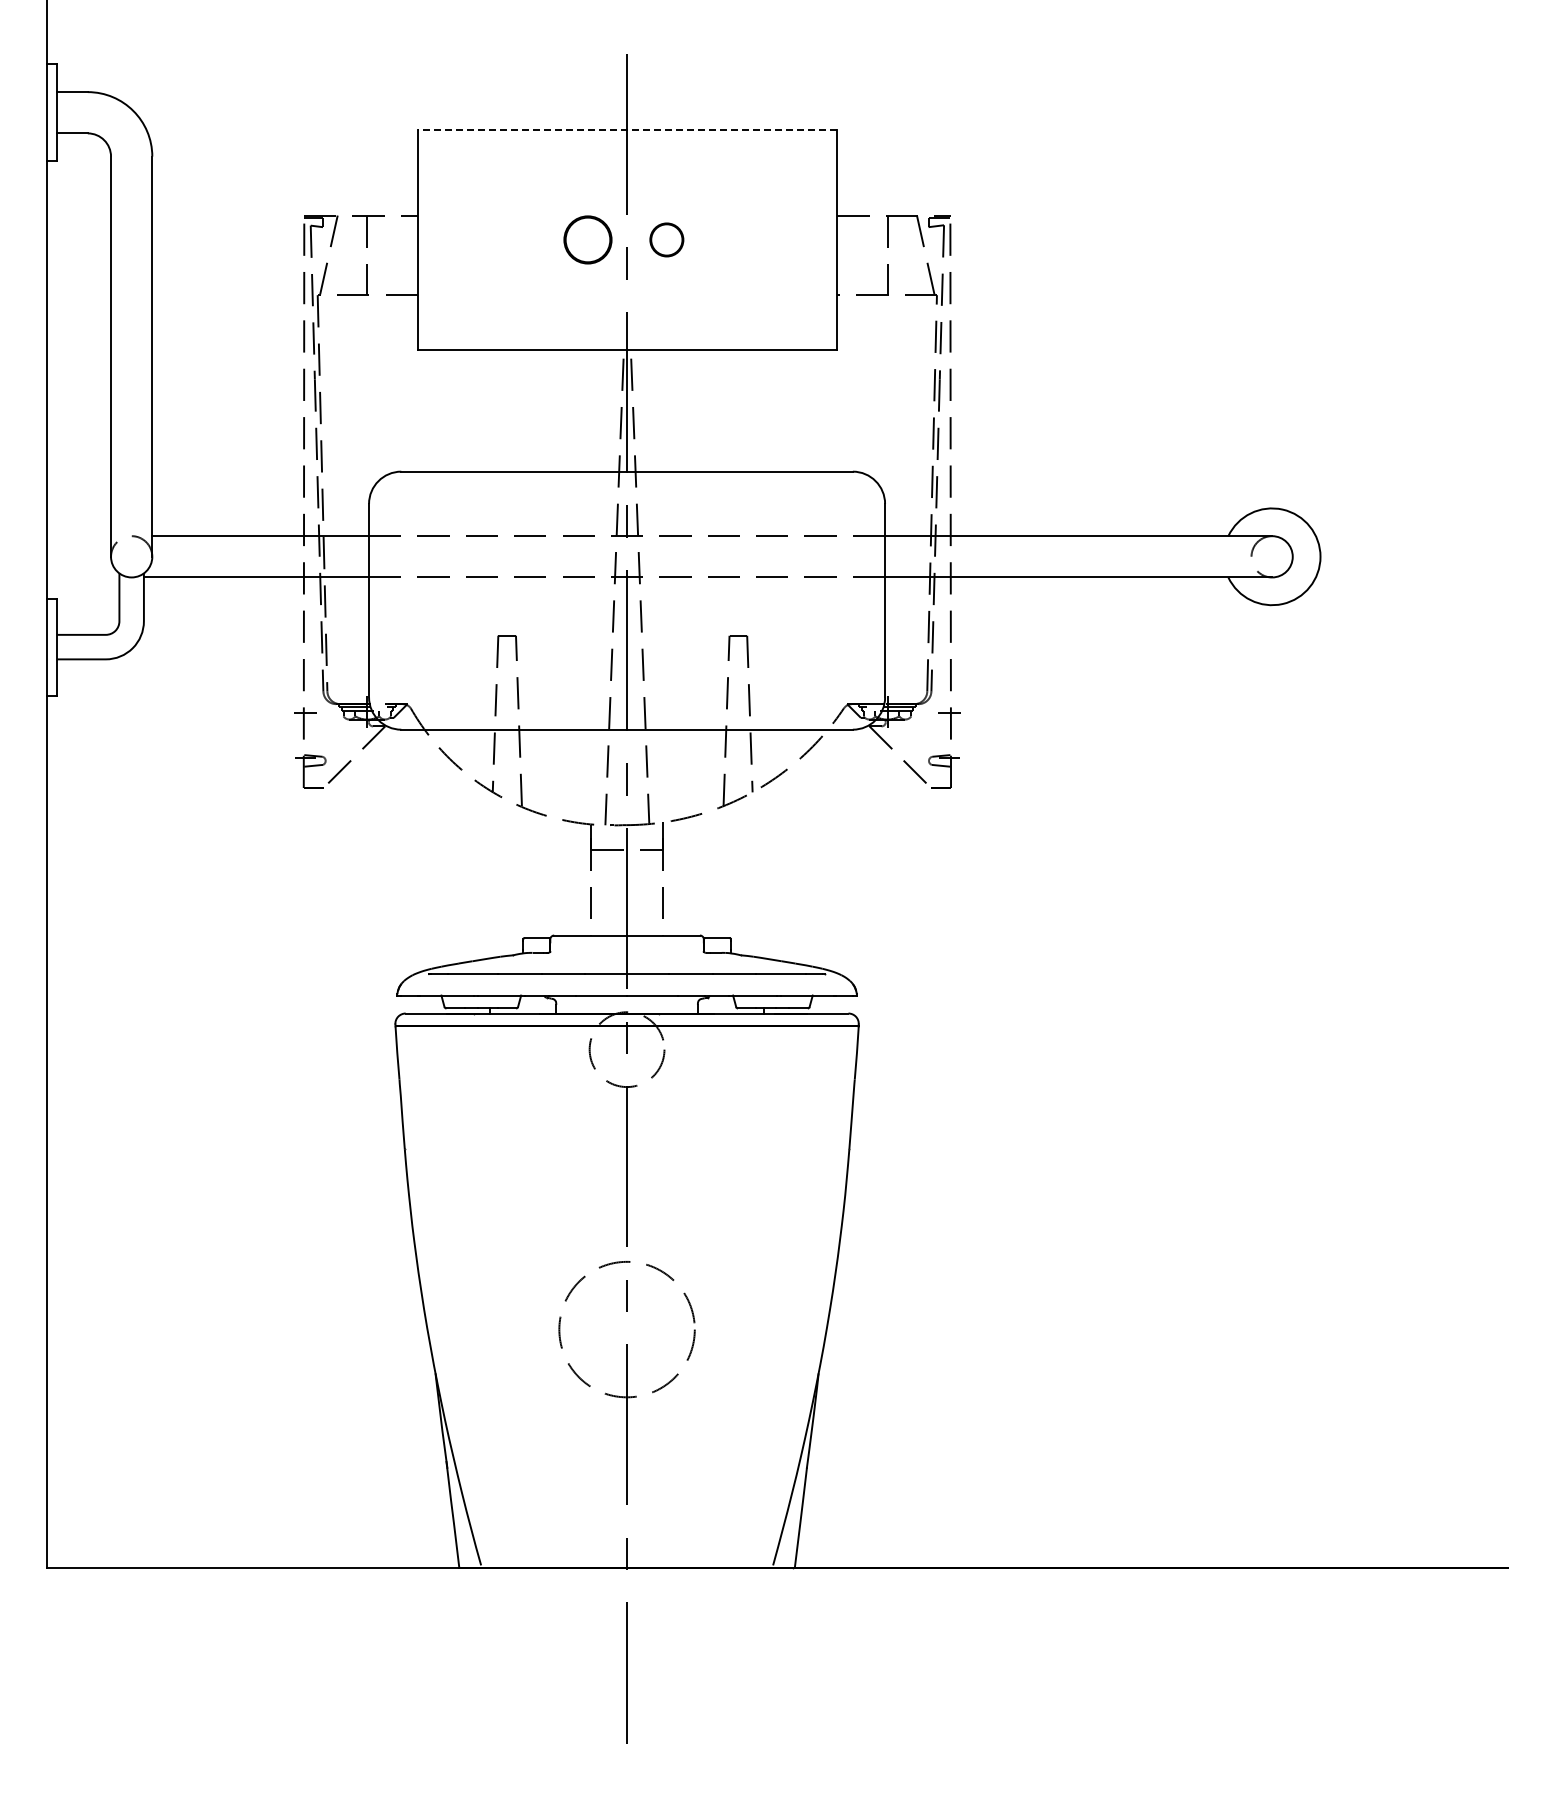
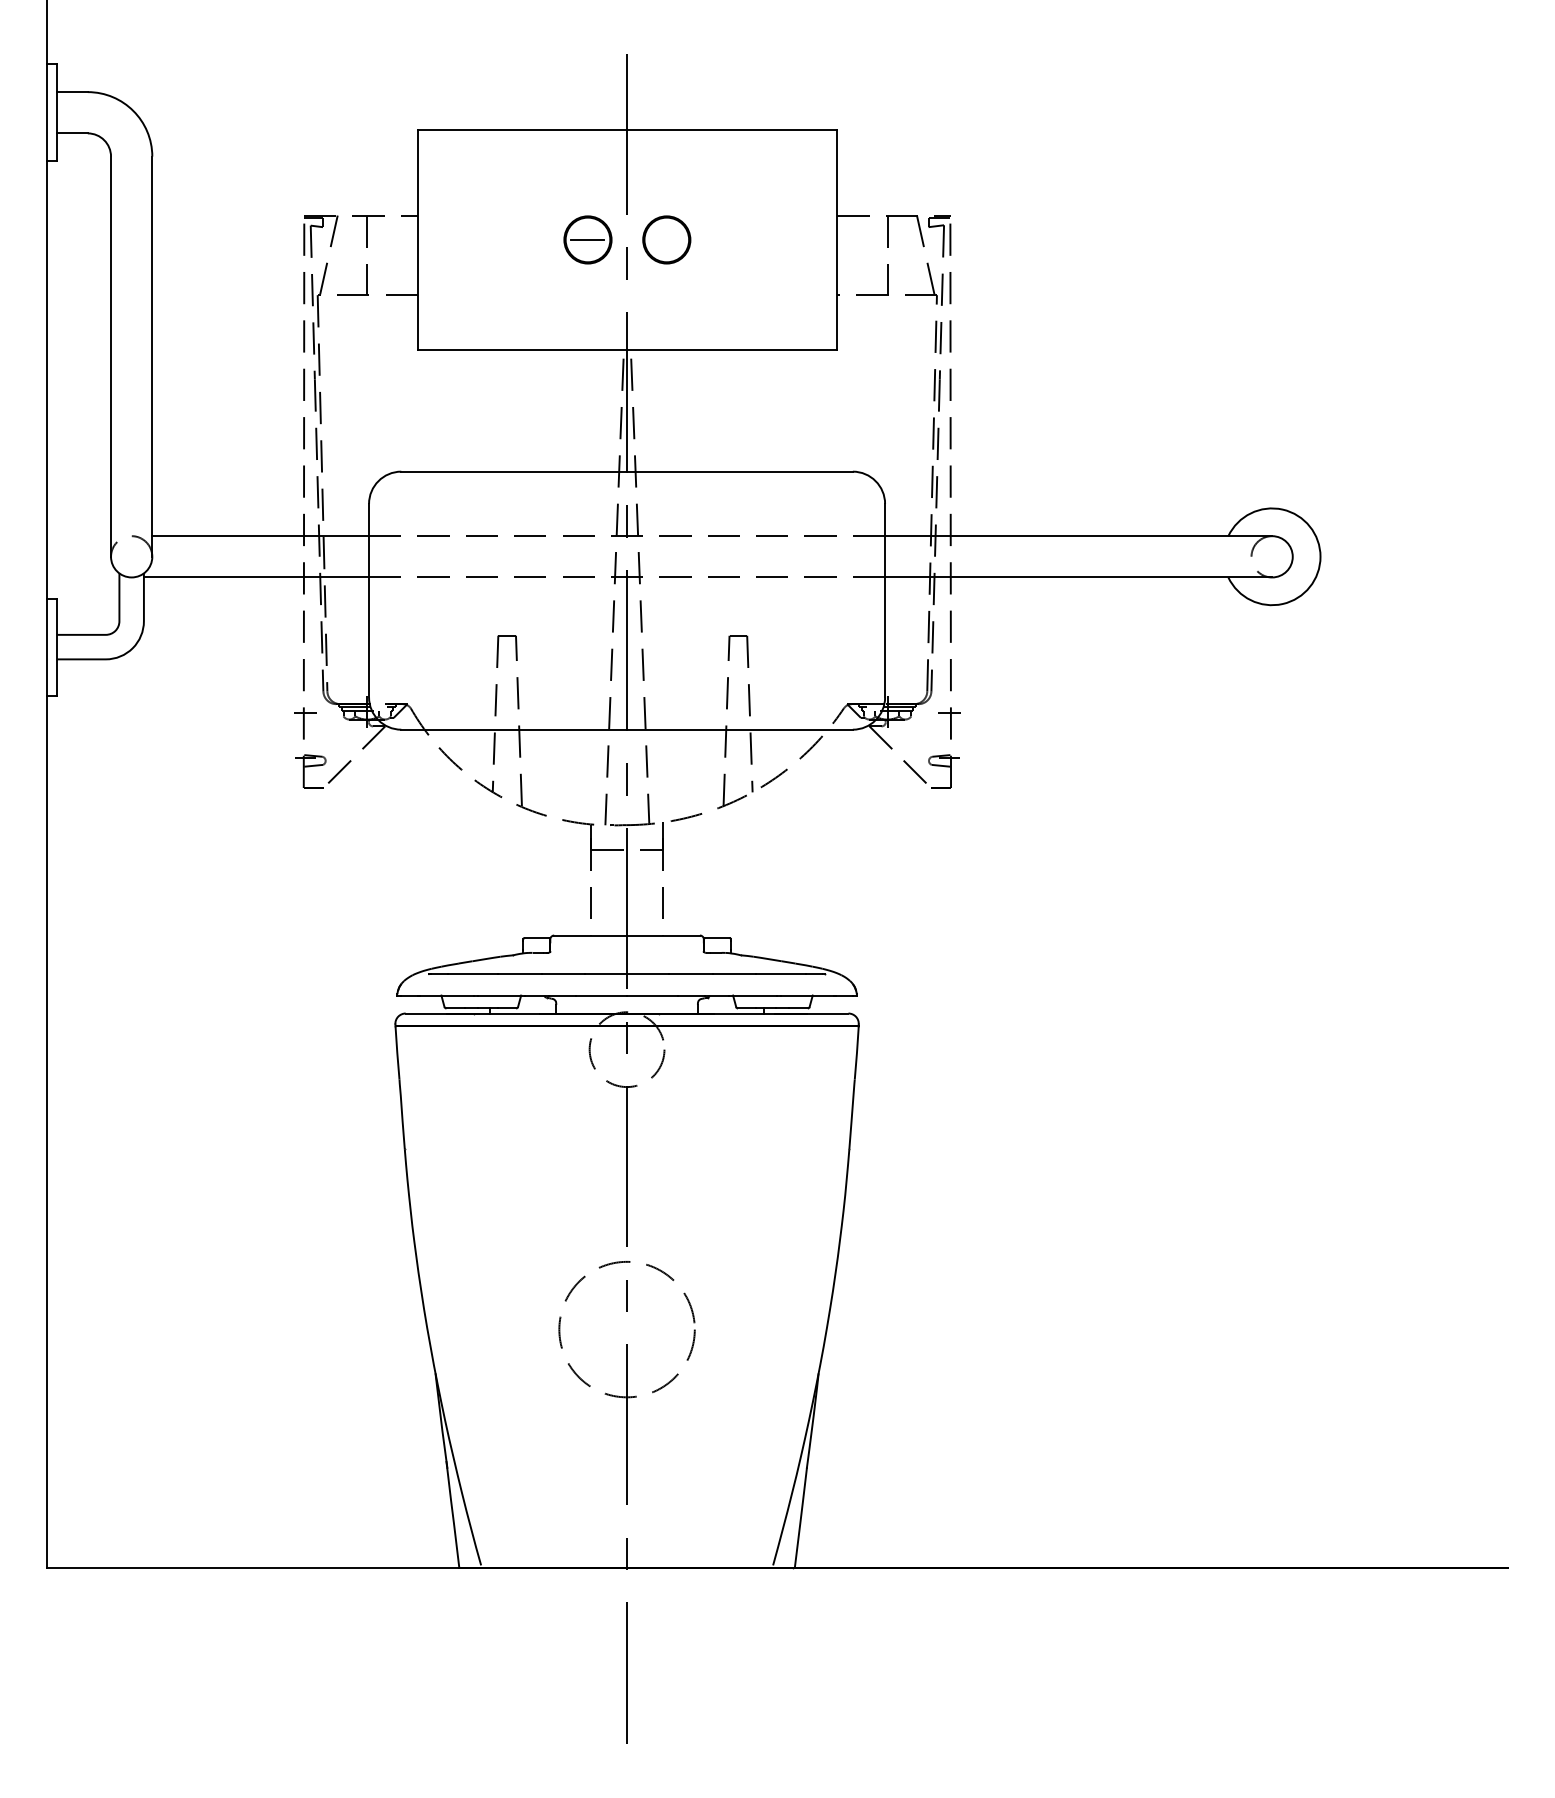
line at (627, 130): dashed -> solid
line at (586, 239): none -> present
circle at (666, 239) size: 36x36 px -> 50x50 px
